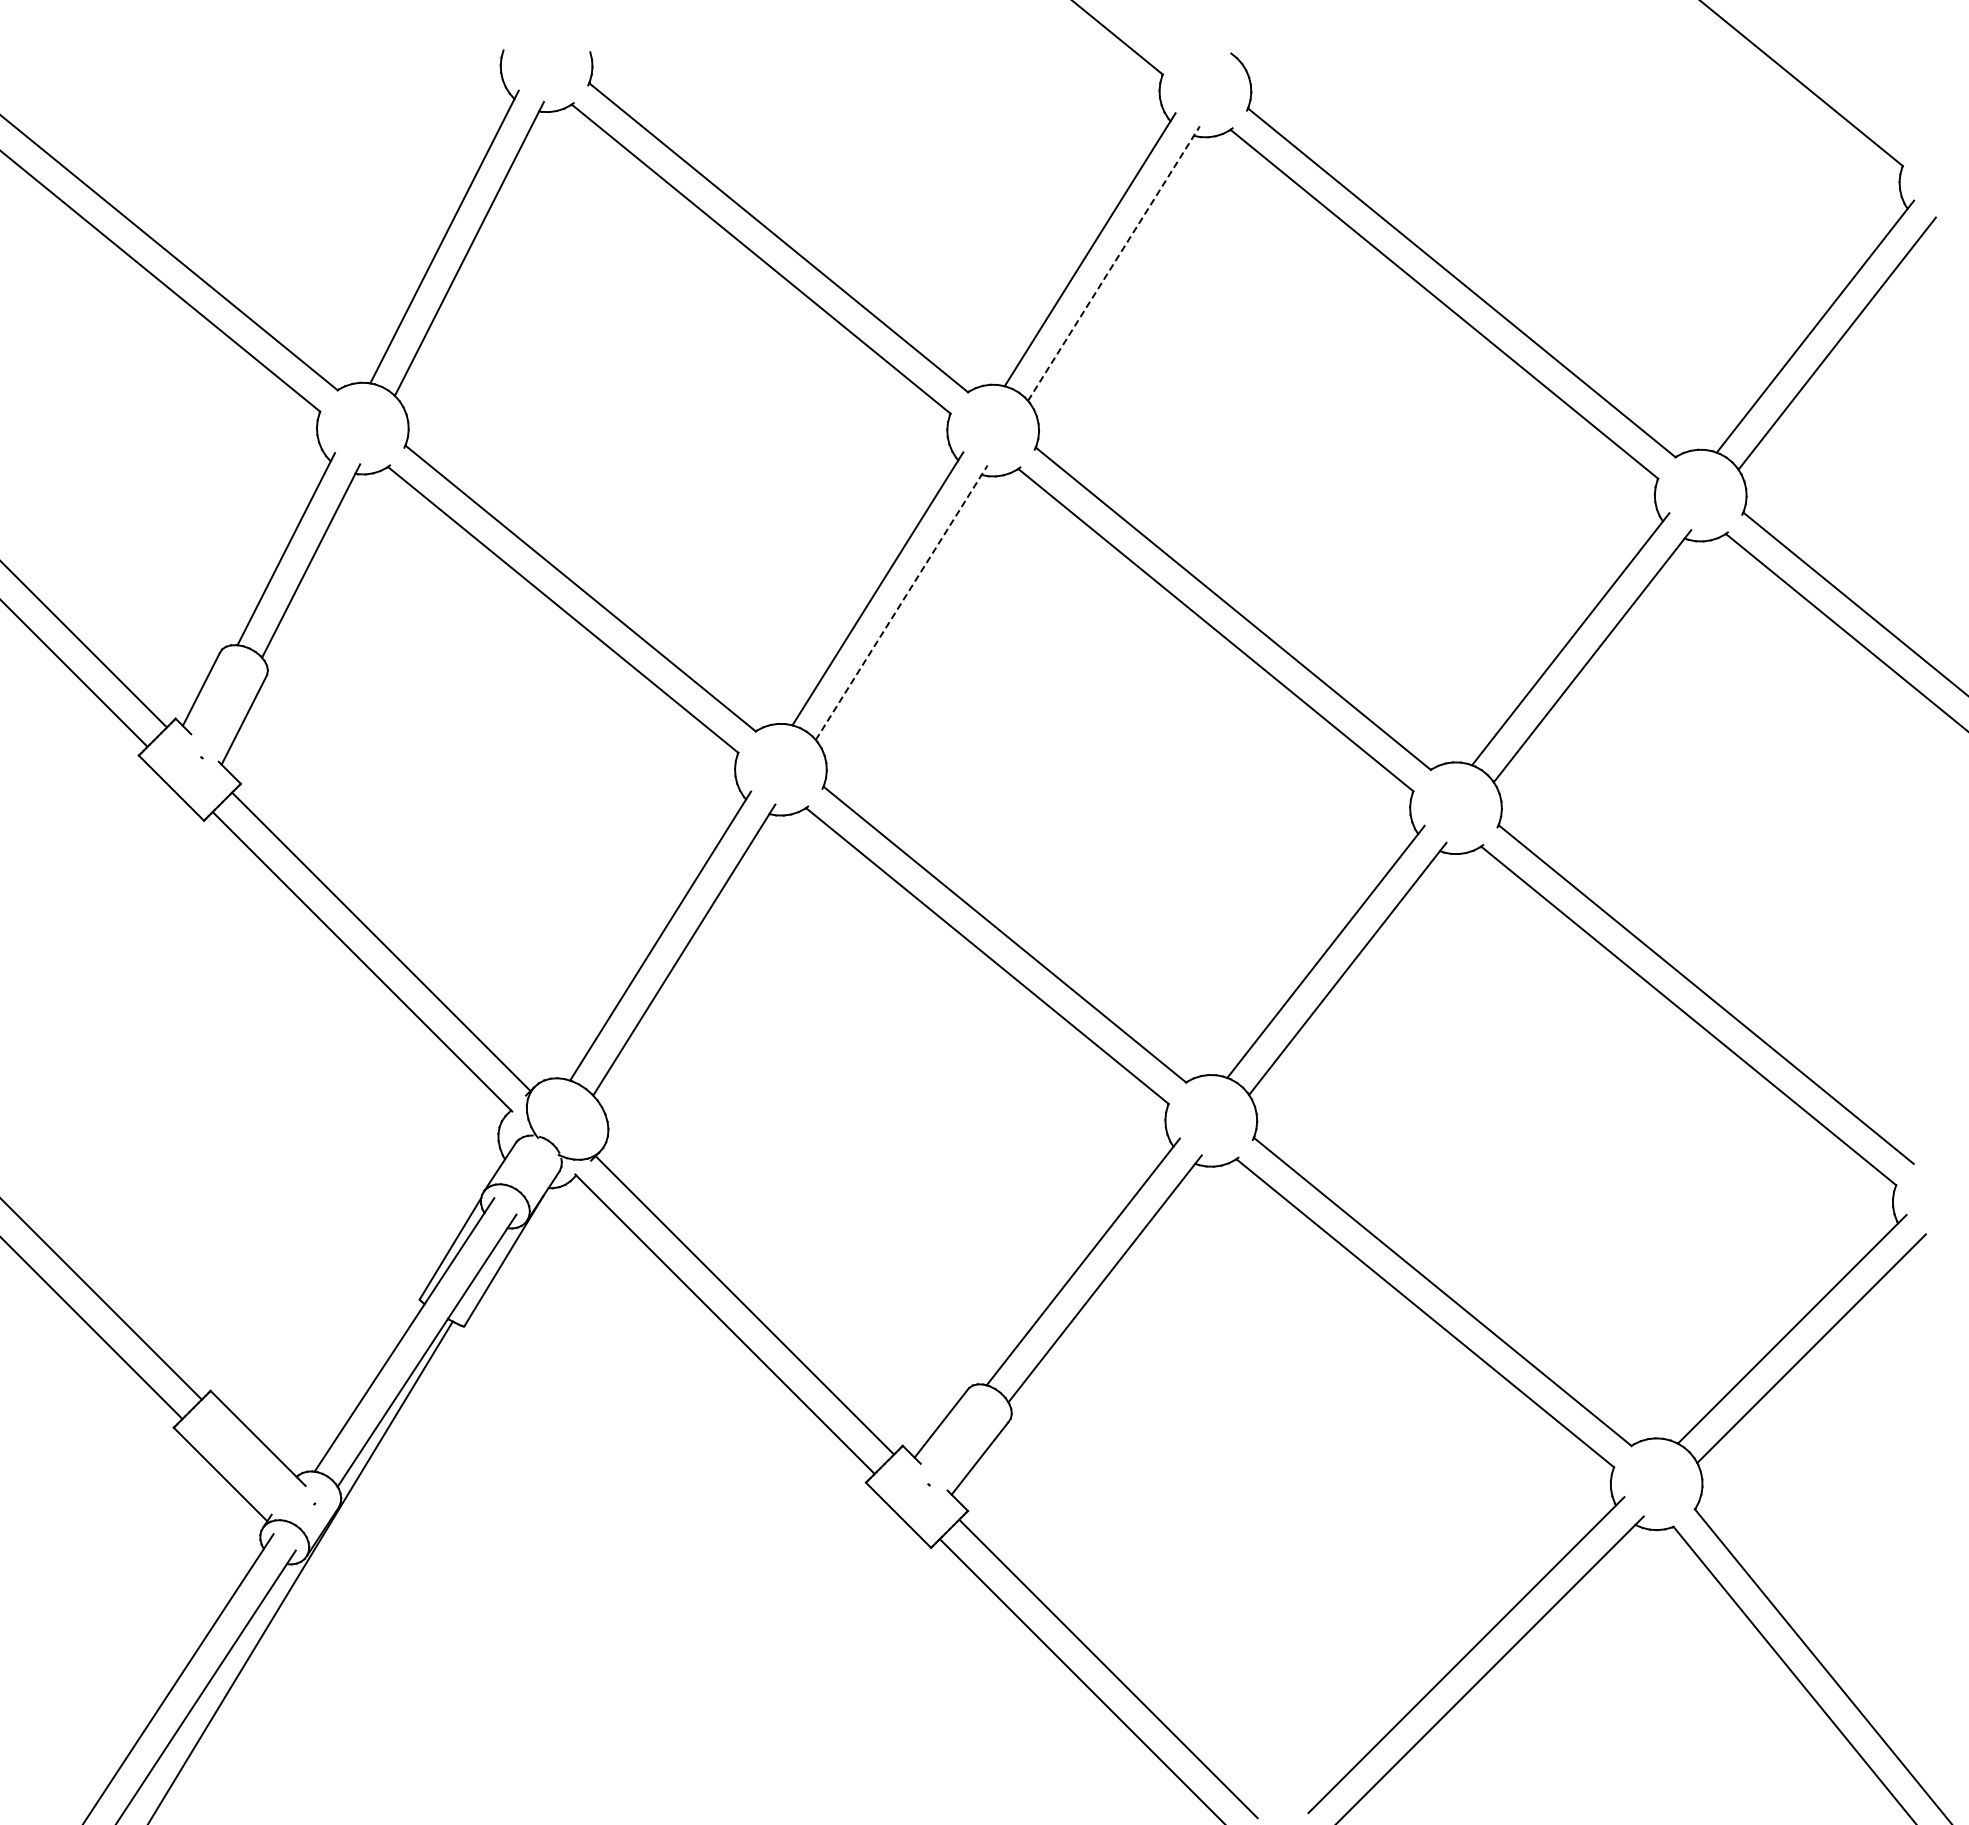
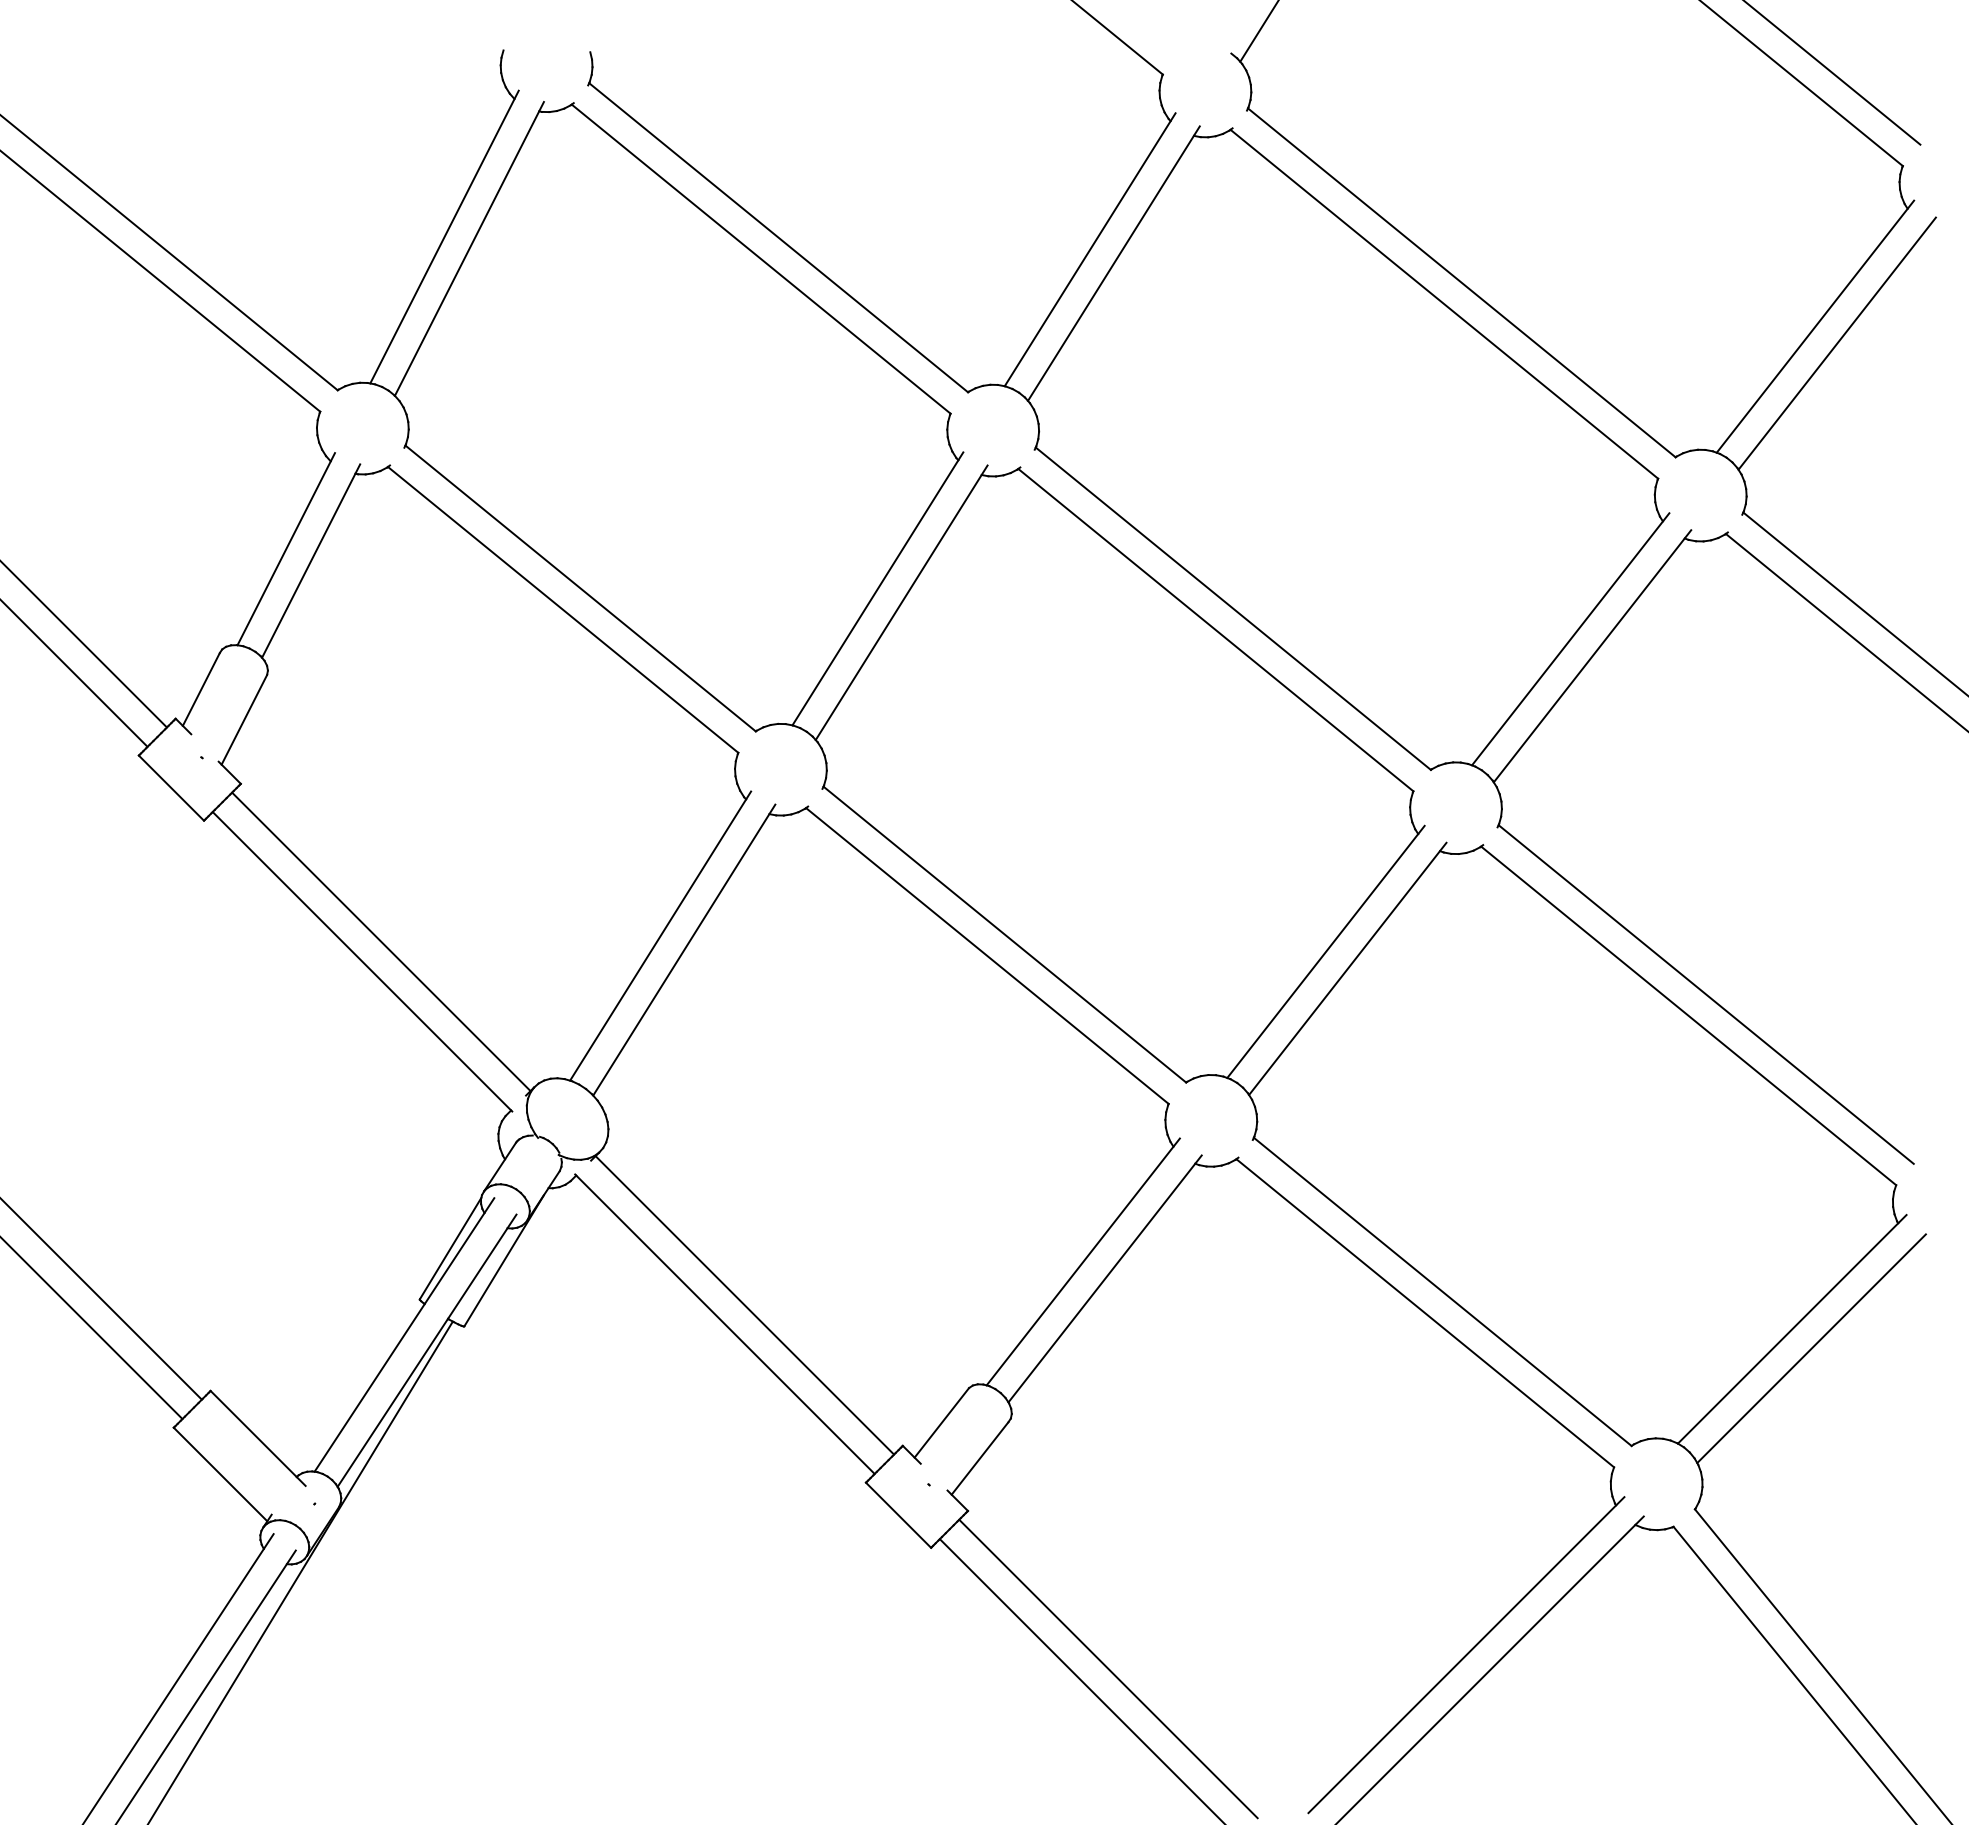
line at (1258, 31): none -> present
line at (1832, 73): none -> present
line at (1113, 263): dashed -> solid
line at (901, 602): dashed -> solid
